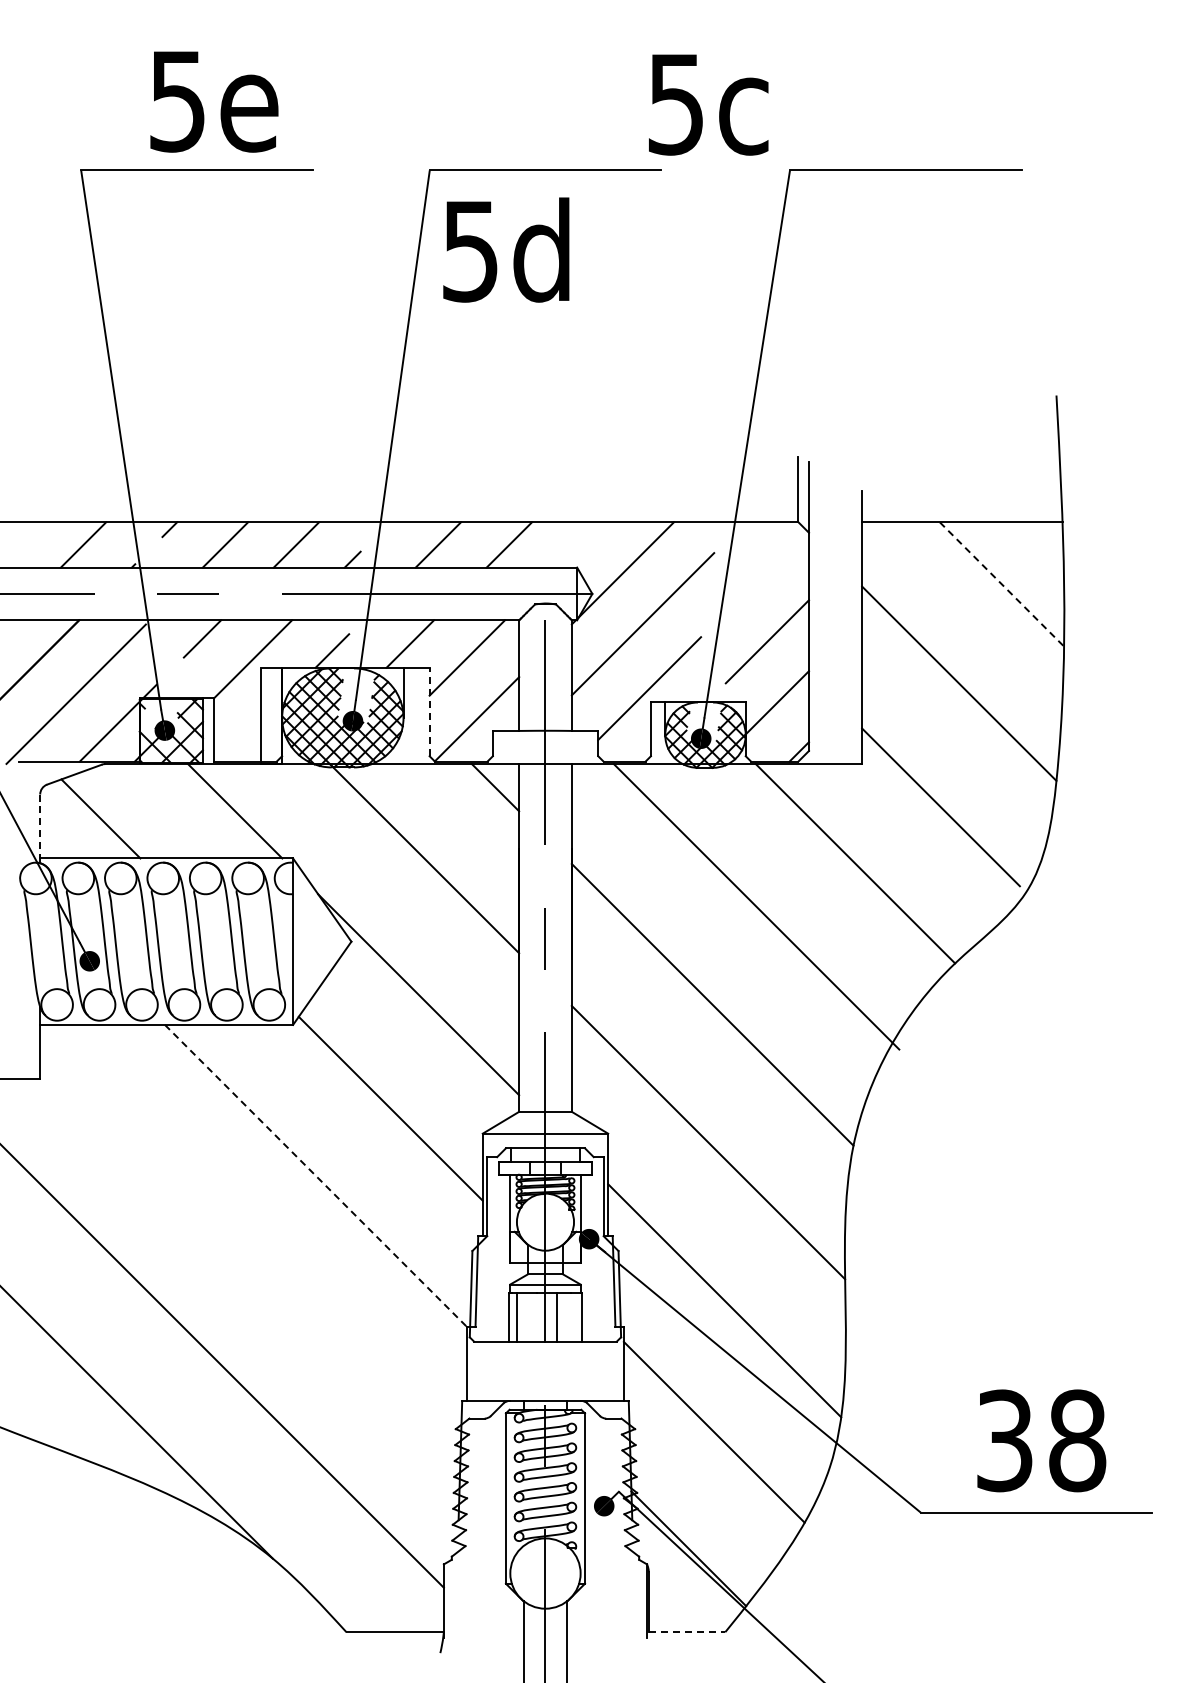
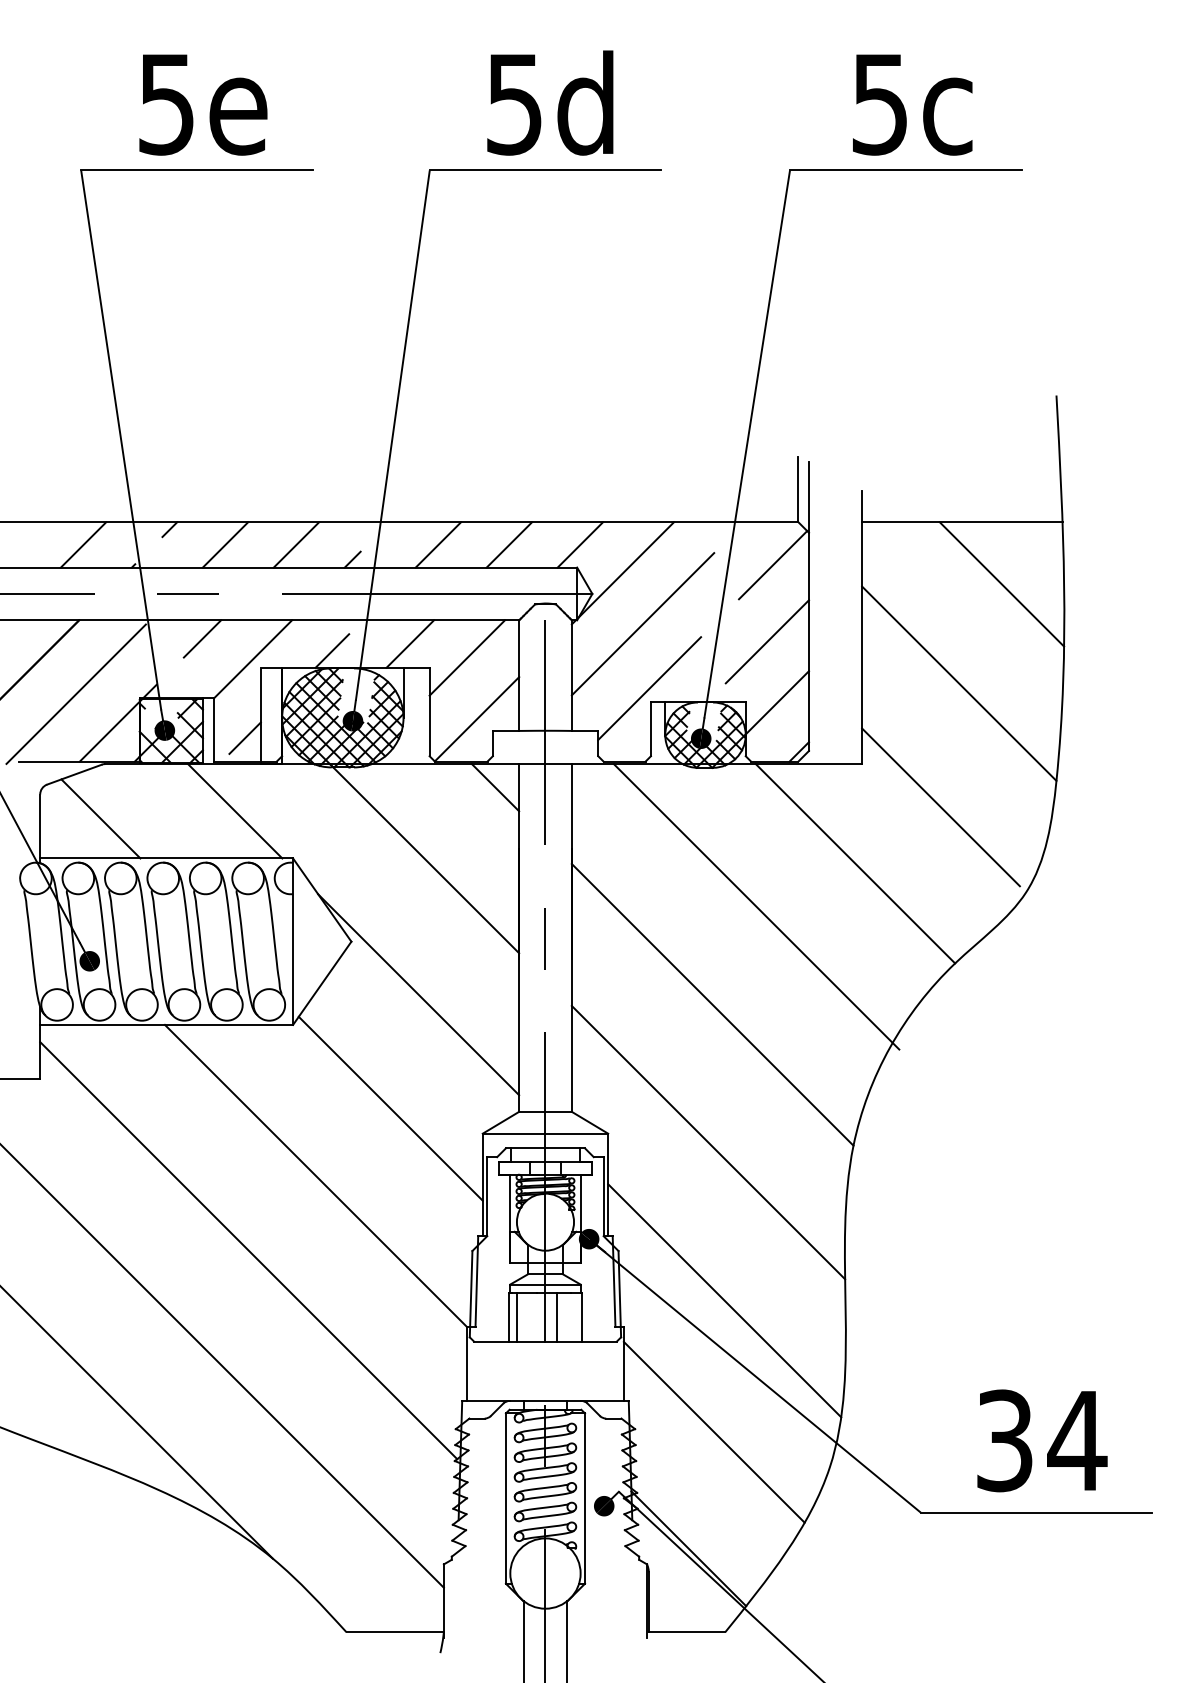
text at (214, 101) position: (214, 101) -> (203, 104)
text at (708, 104) position: (708, 104) -> (912, 104)
text at (506, 249) position: (506, 249) -> (550, 102)
line at (580, 544): none -> present
line at (773, 565): none -> present
line at (1001, 584): dashed -> solid
line at (429, 711): dashed -> solid
line at (244, 737): none -> present
line at (40, 826): dashed -> solid
line at (316, 1175): dashed -> solid
line at (248, 1250): none -> present
text at (1077, 1440): 38 -> 34
line at (687, 1632): dashed -> solid
